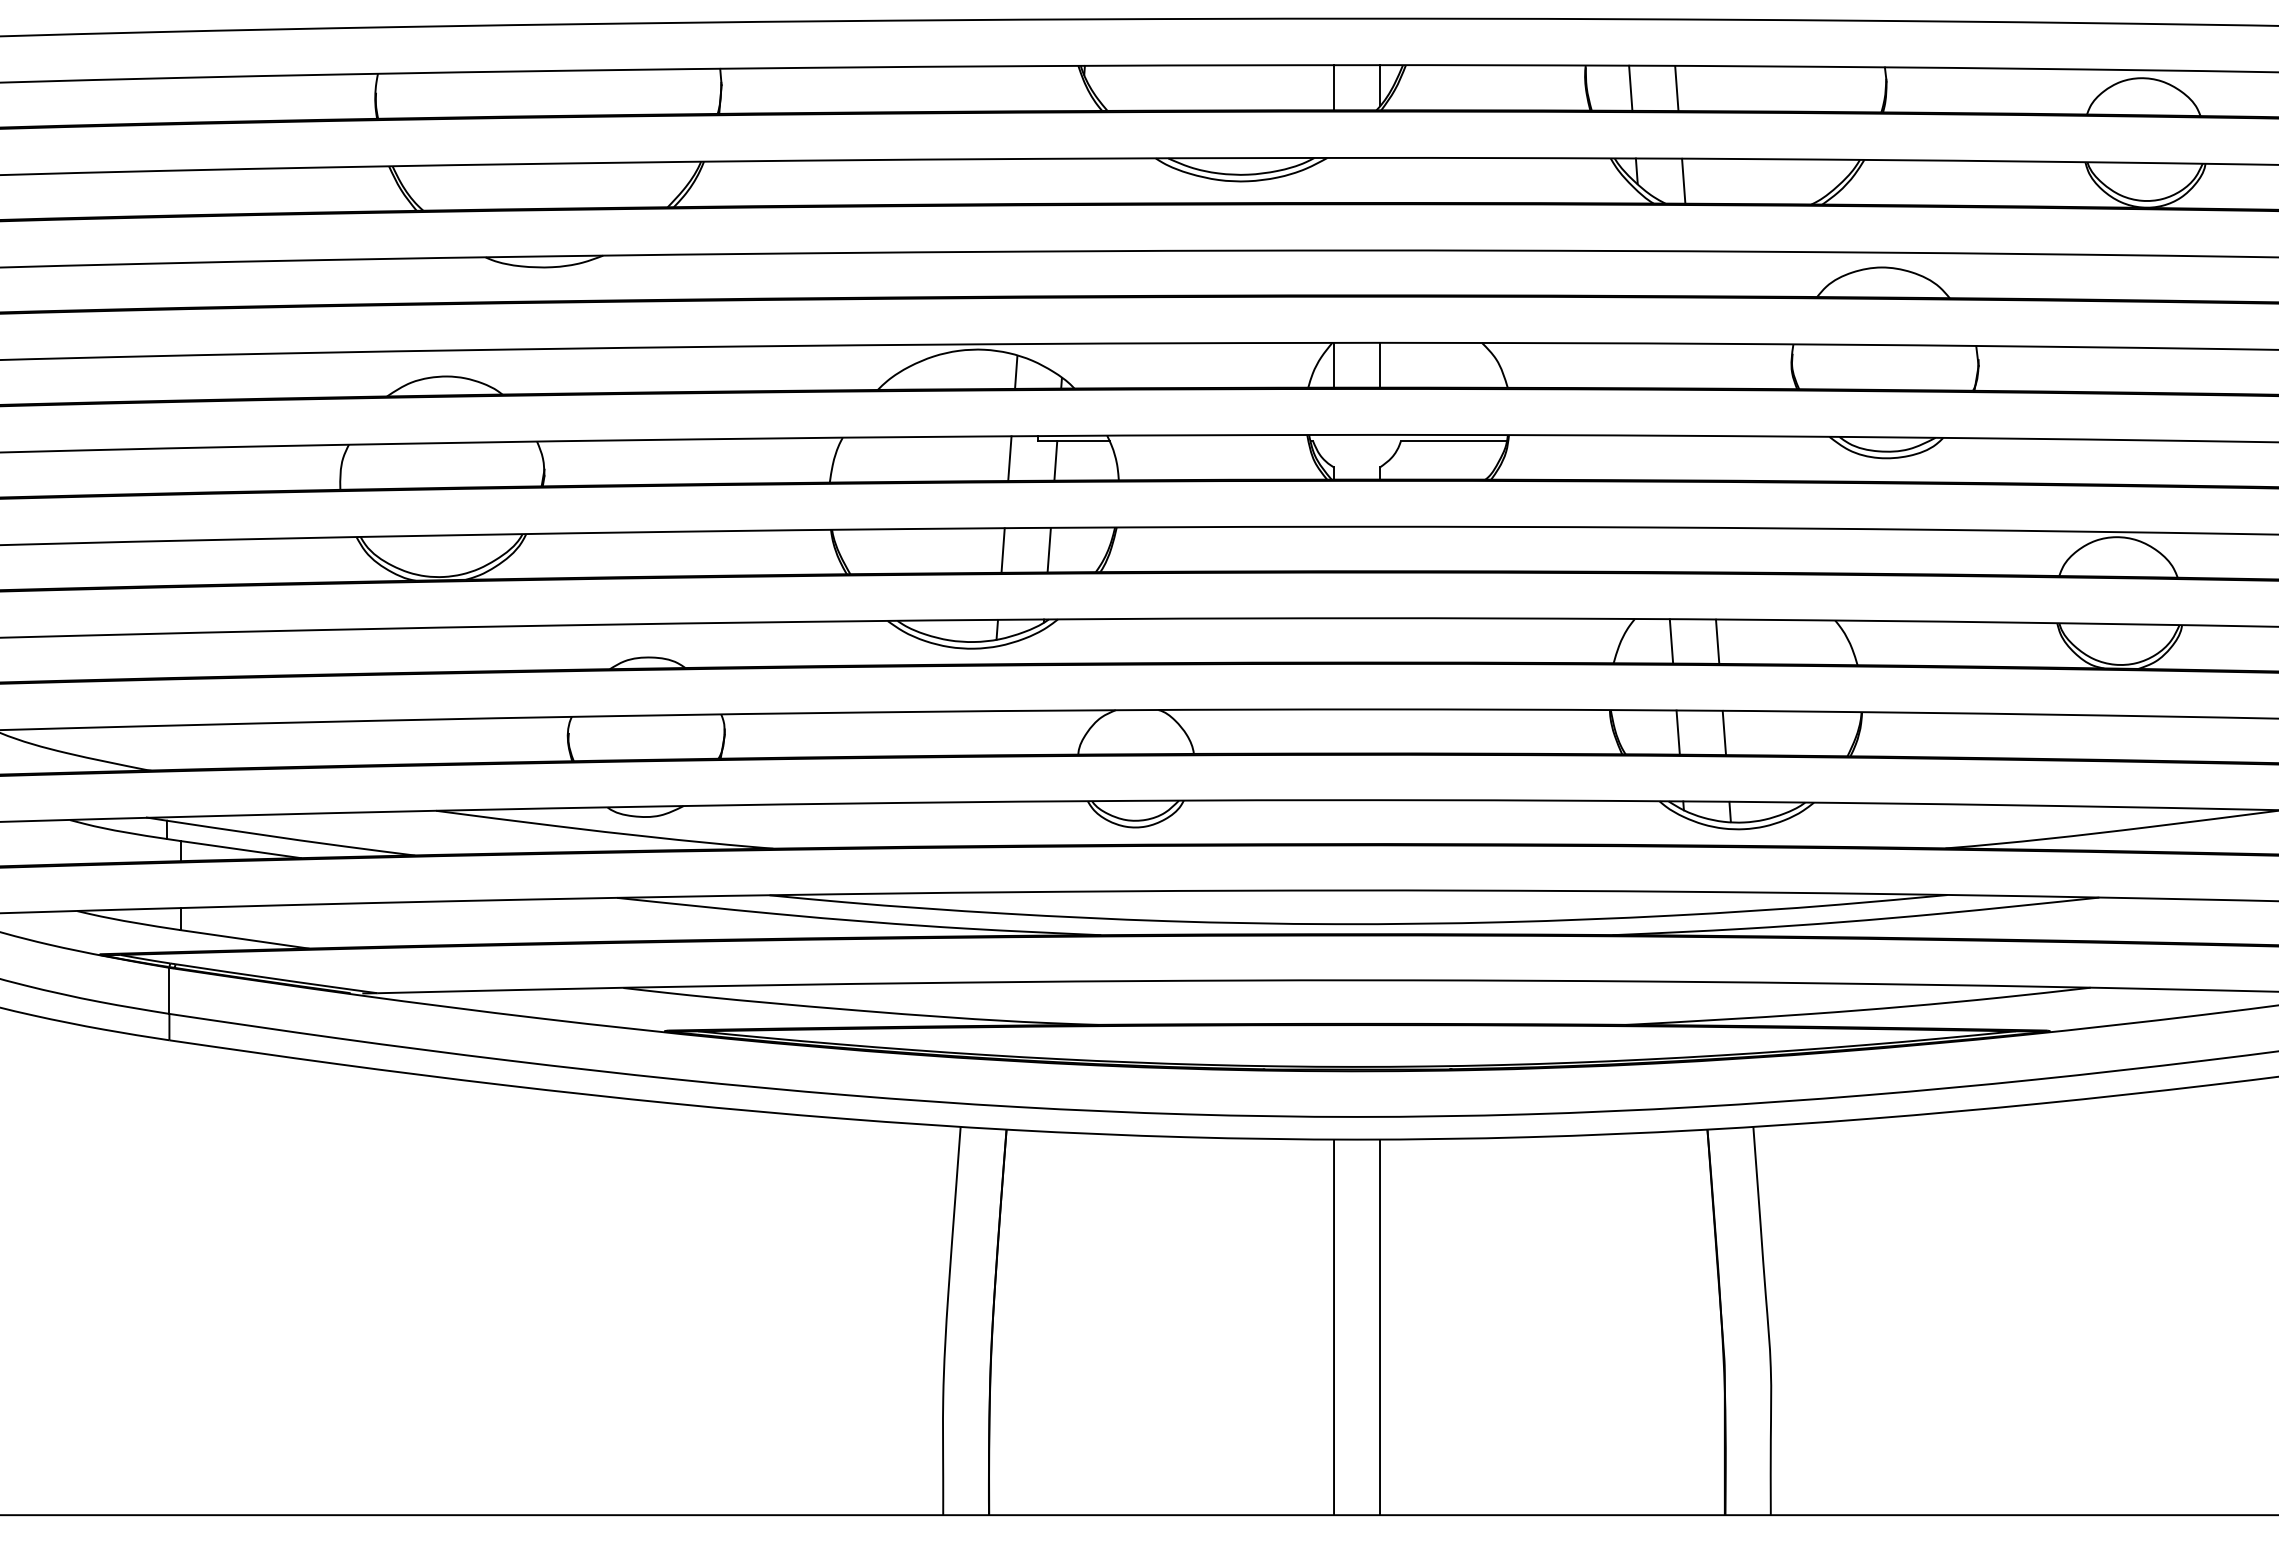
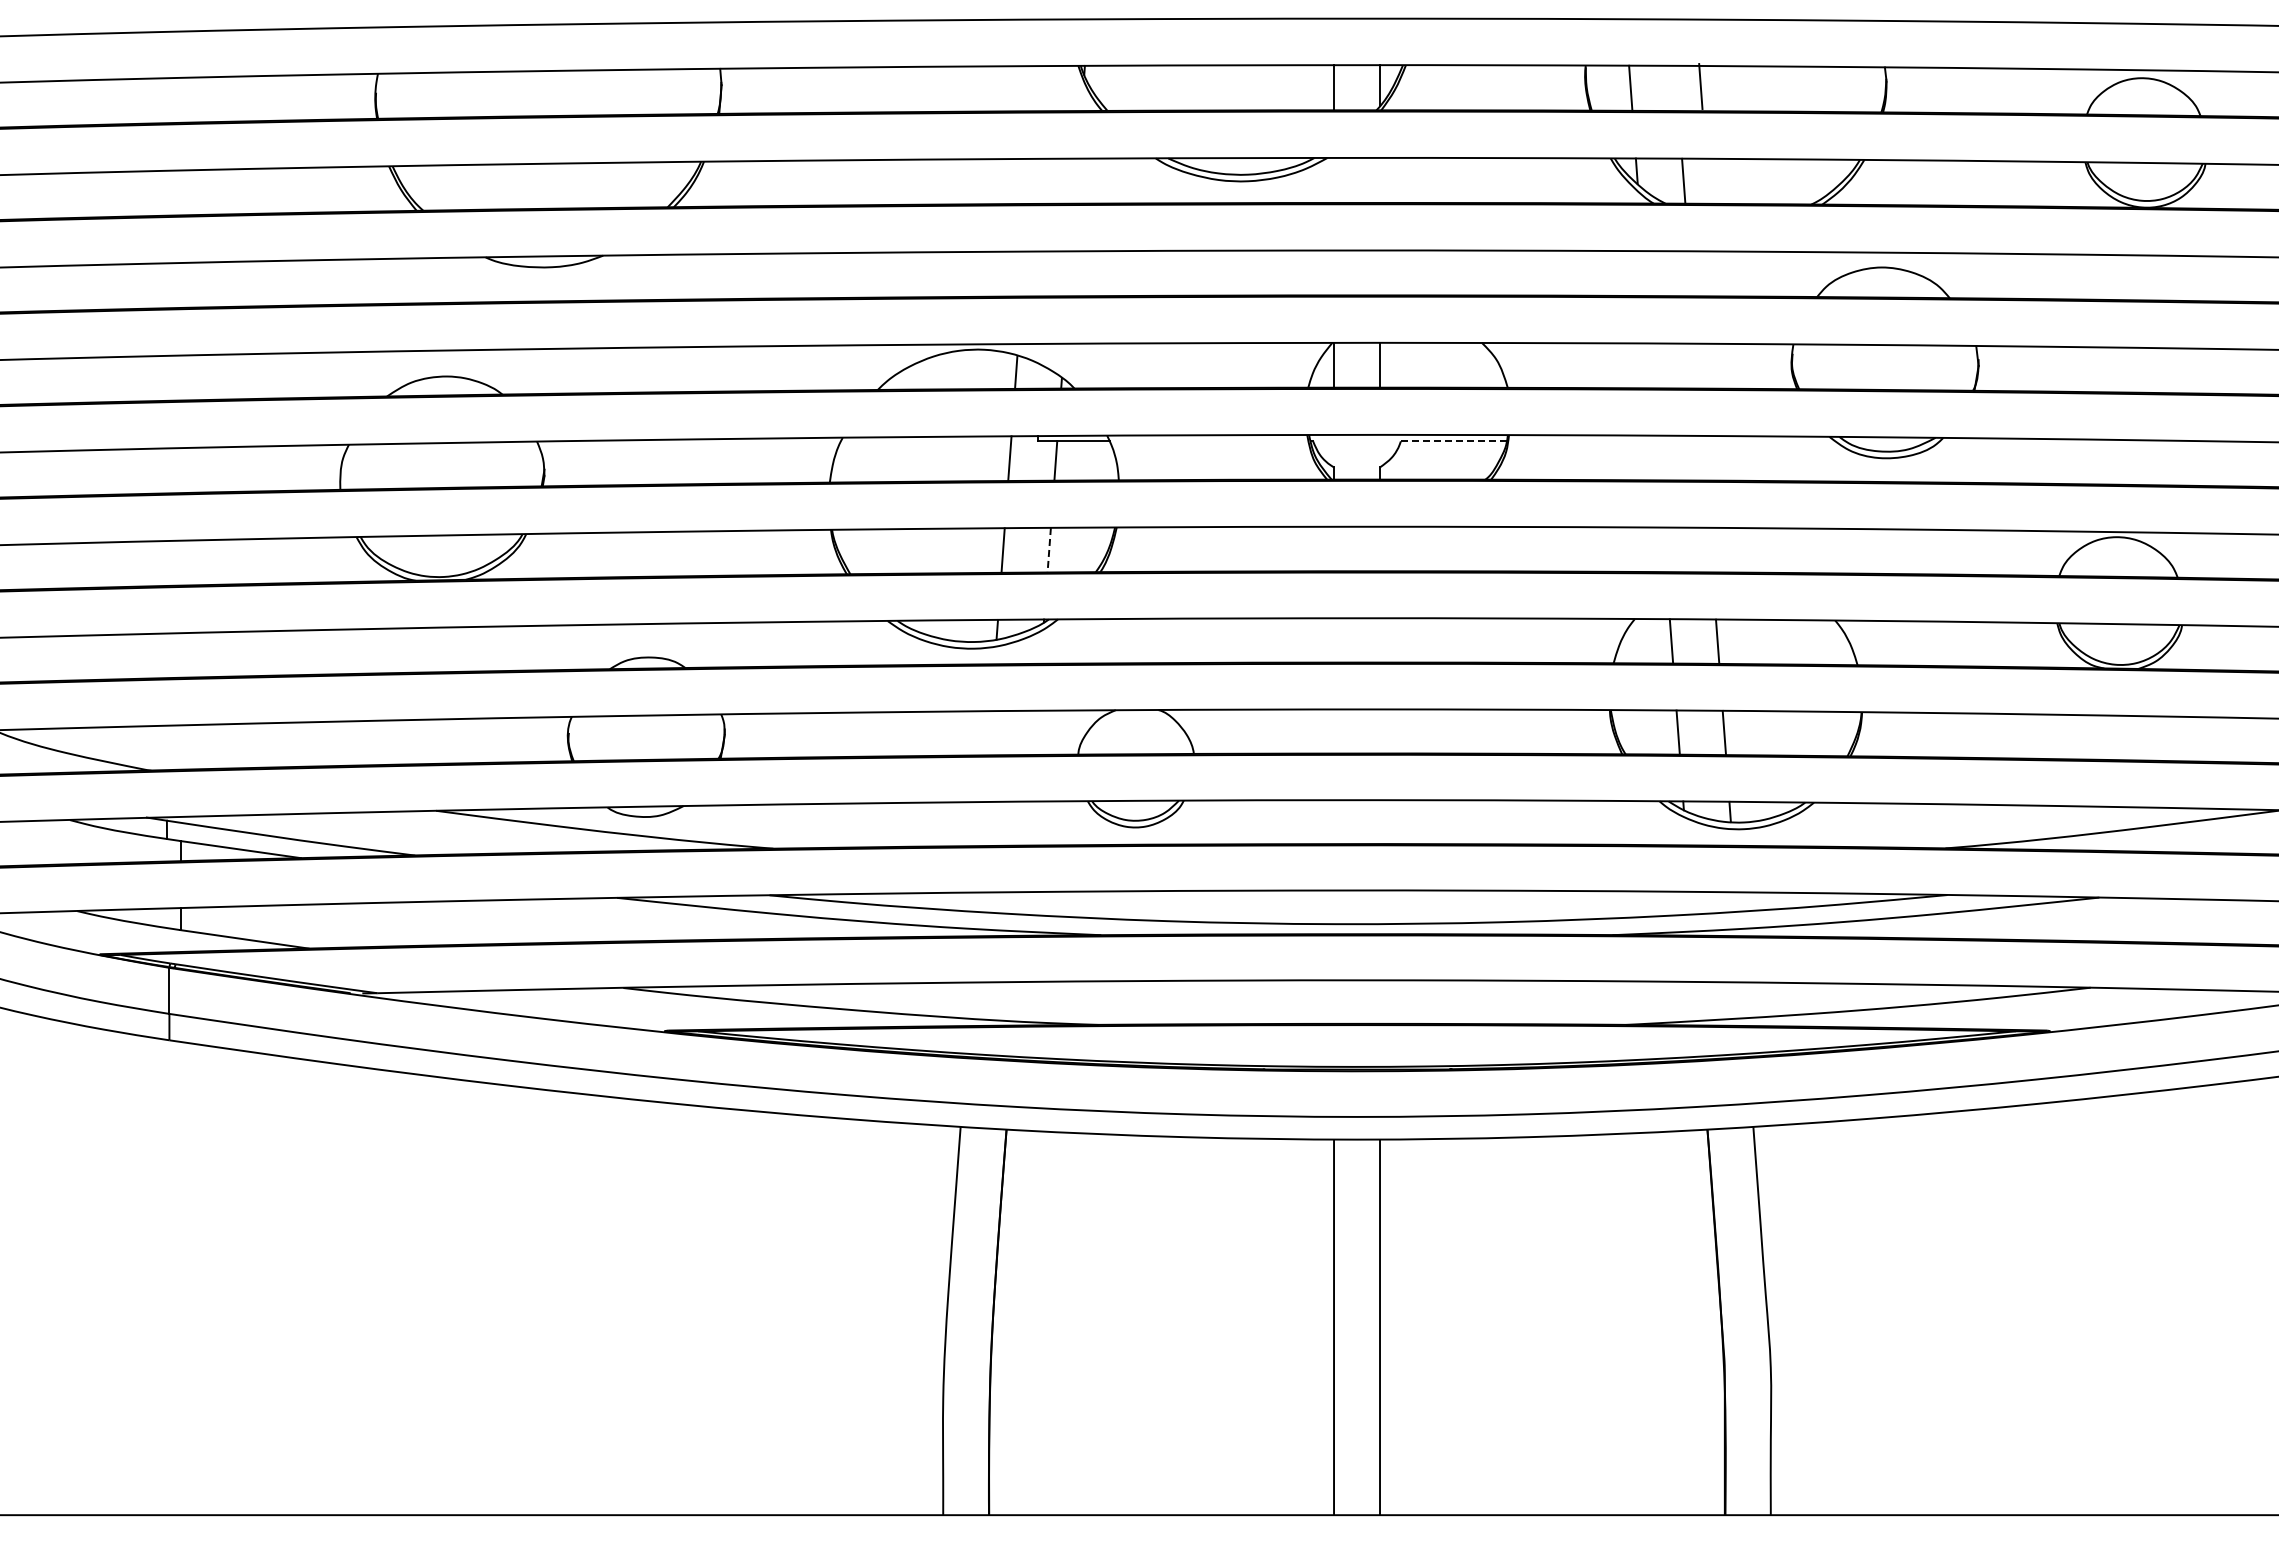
line at (1676, 88) position: (1676, 88) -> (1700, 86)
line at (1453, 441): solid -> dashed
line at (1049, 550): solid -> dashed
